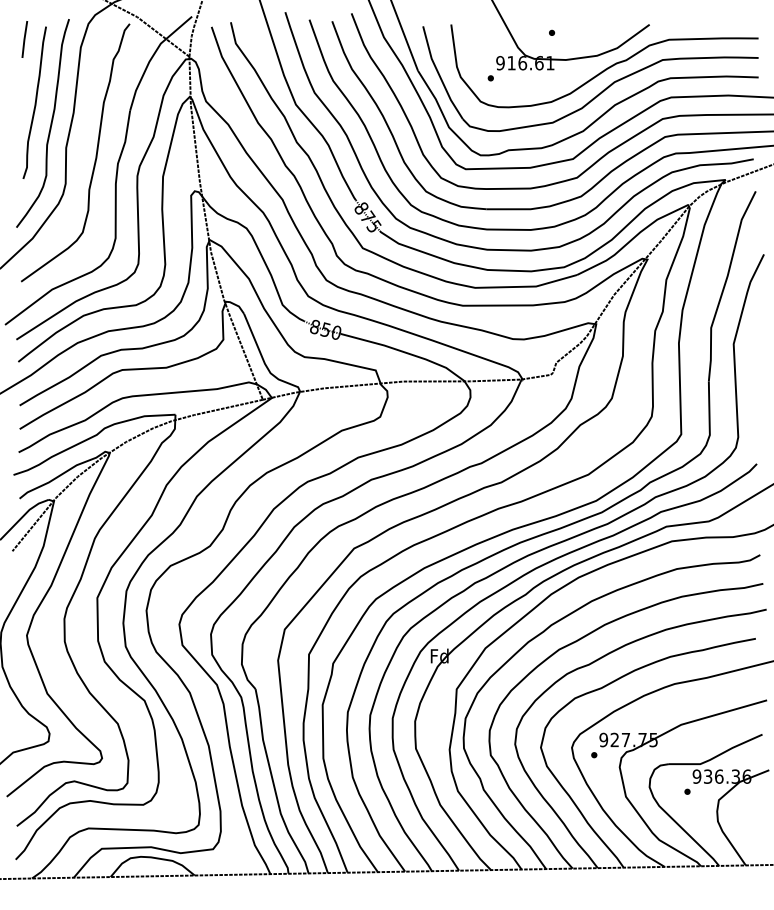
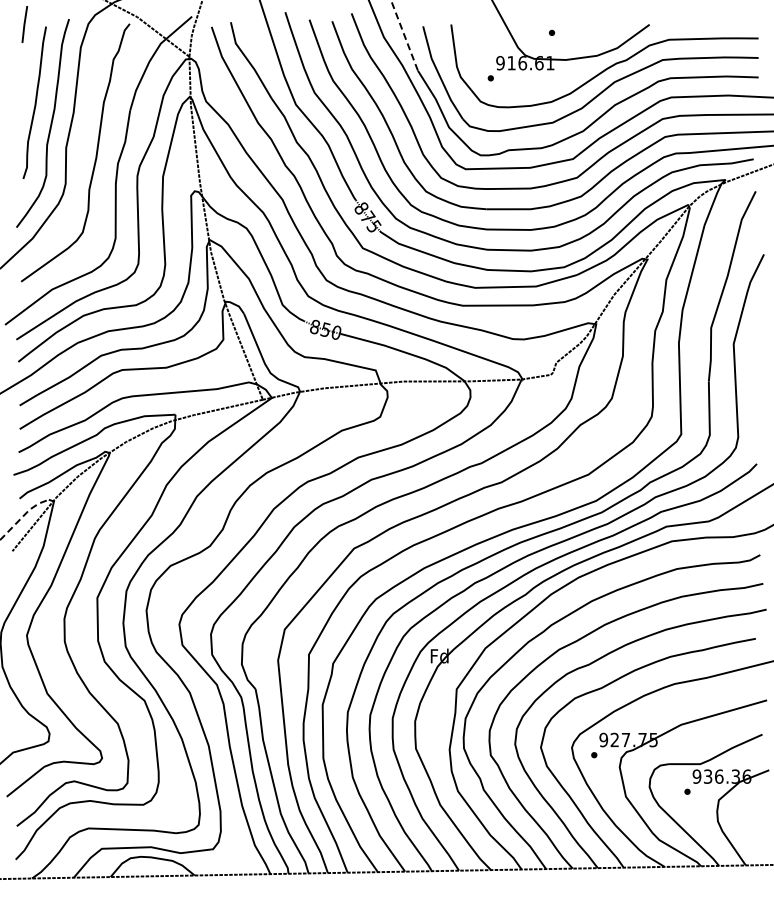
line at (404, 35): solid -> dashed
line at (24, 39) position: (24, 39) -> (24, 24)
line at (23, 516): solid -> dashed
